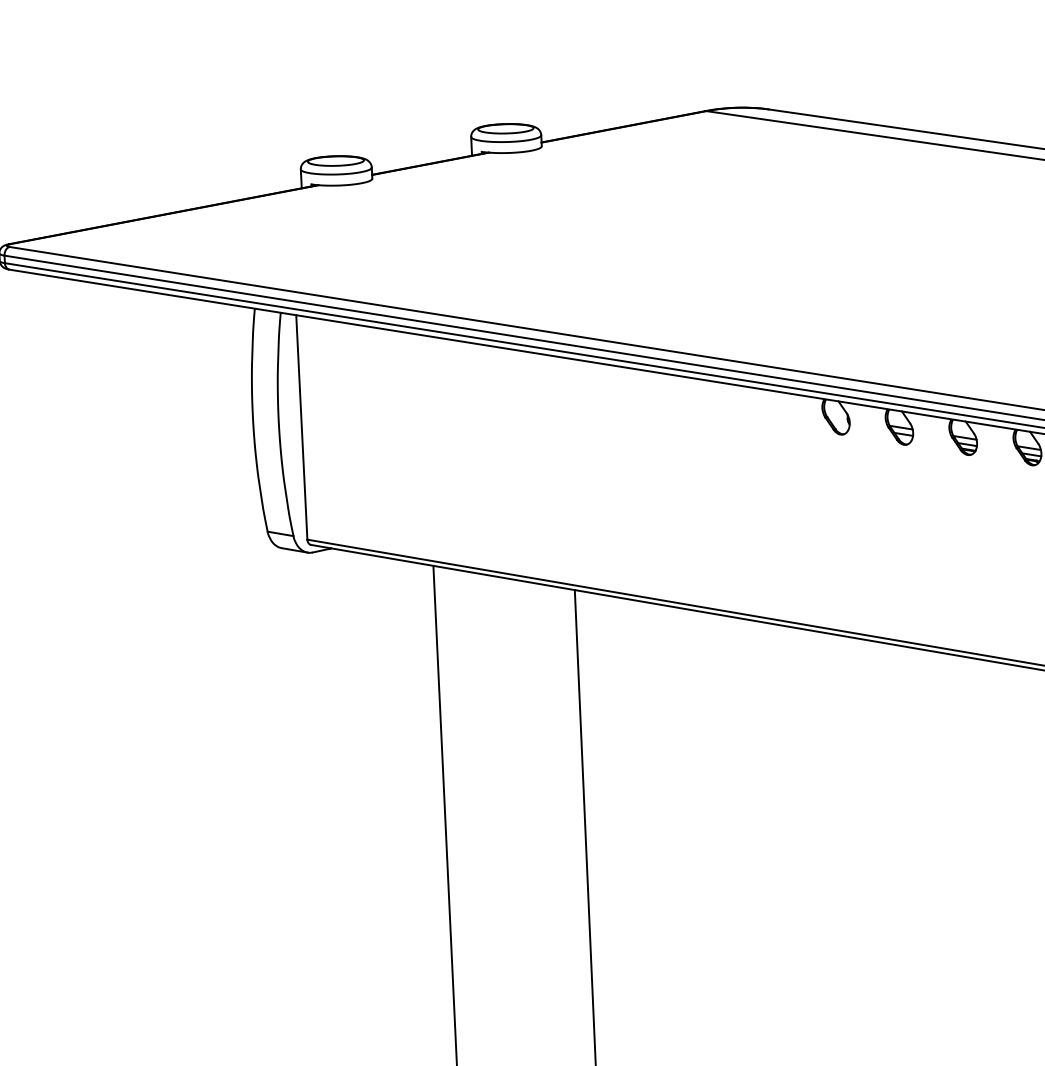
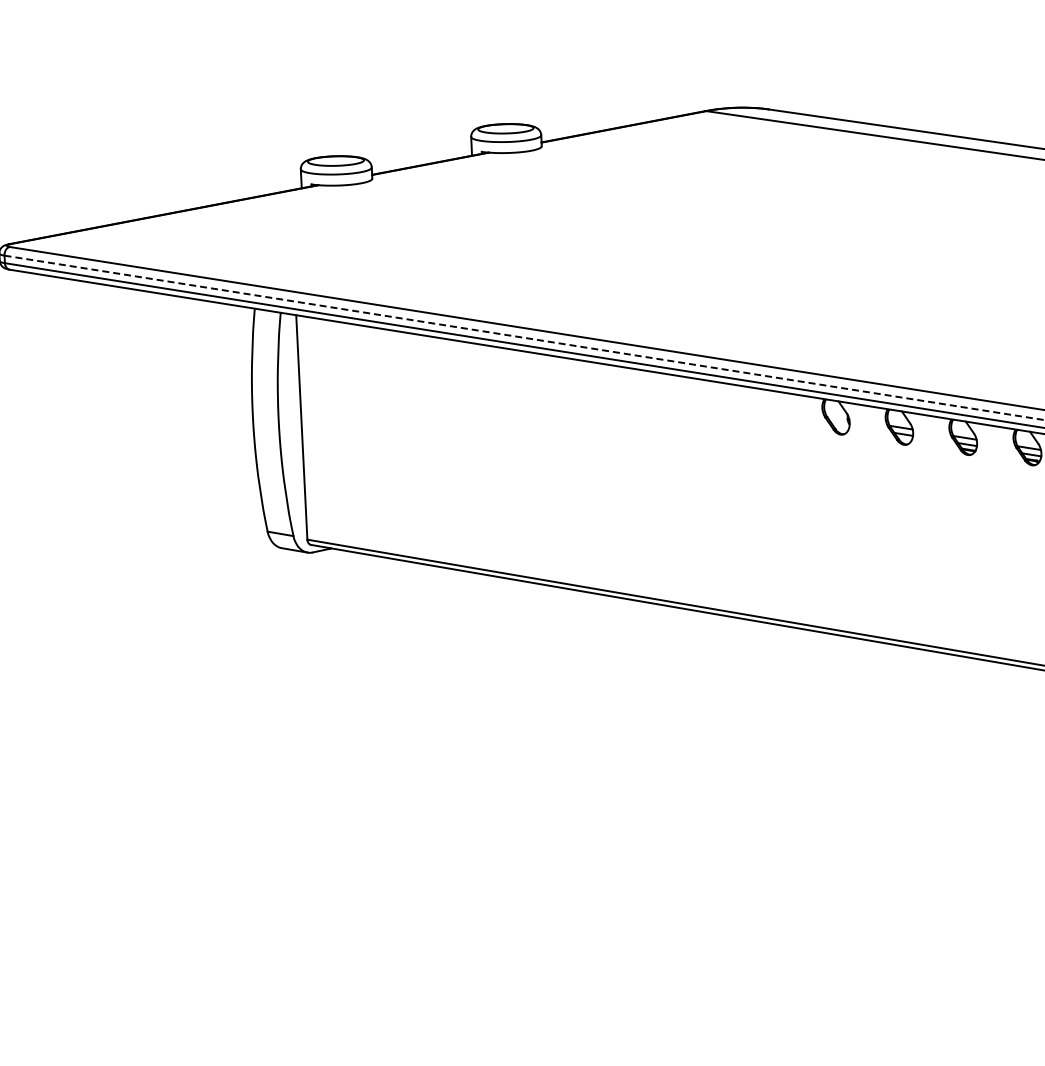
line at (524, 337): solid -> dashed
line at (444, 813): present -> none
line at (584, 826): present -> none
